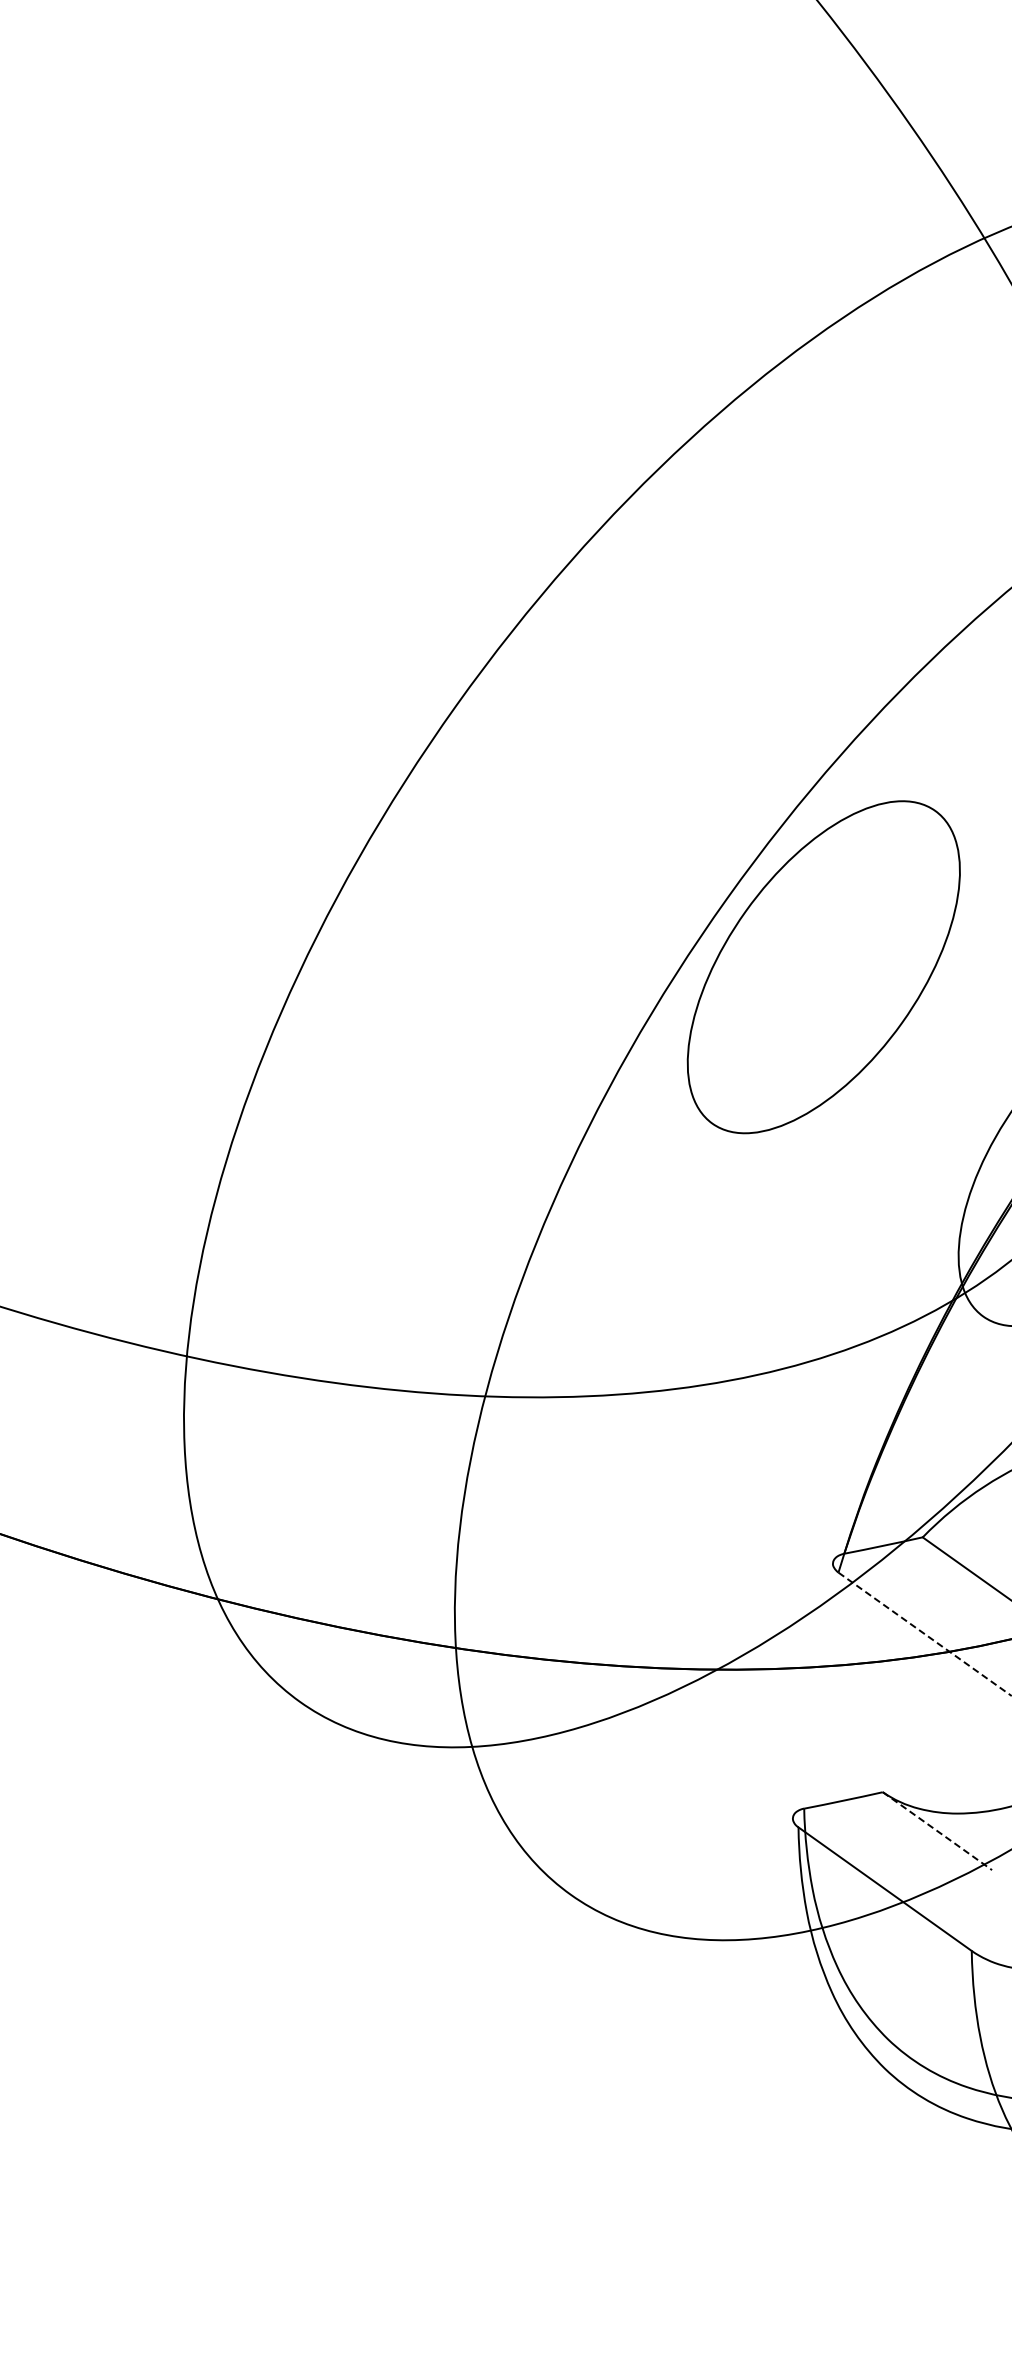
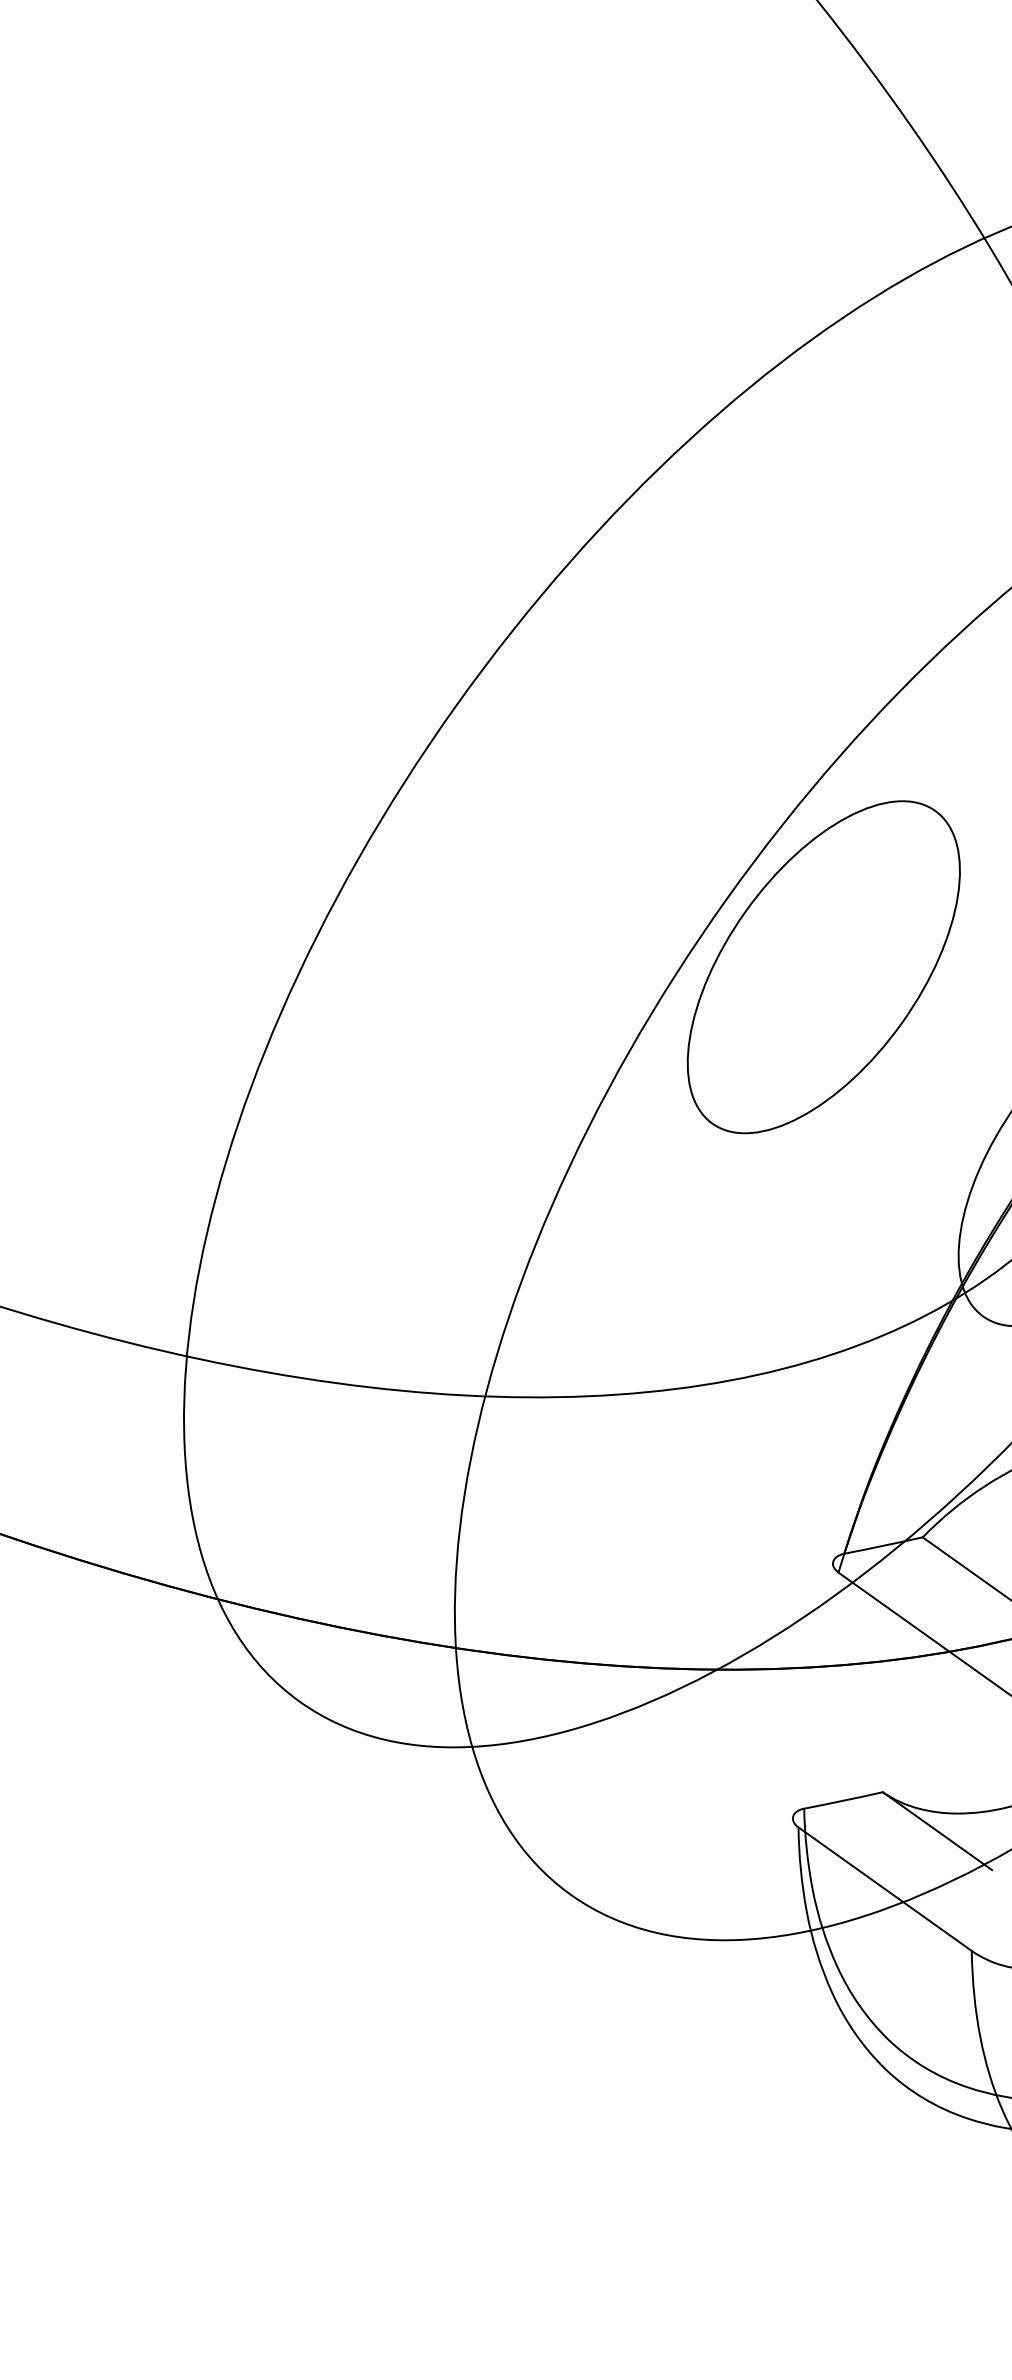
line at (925, 1634): dashed -> solid
line at (937, 1831): dashed -> solid
